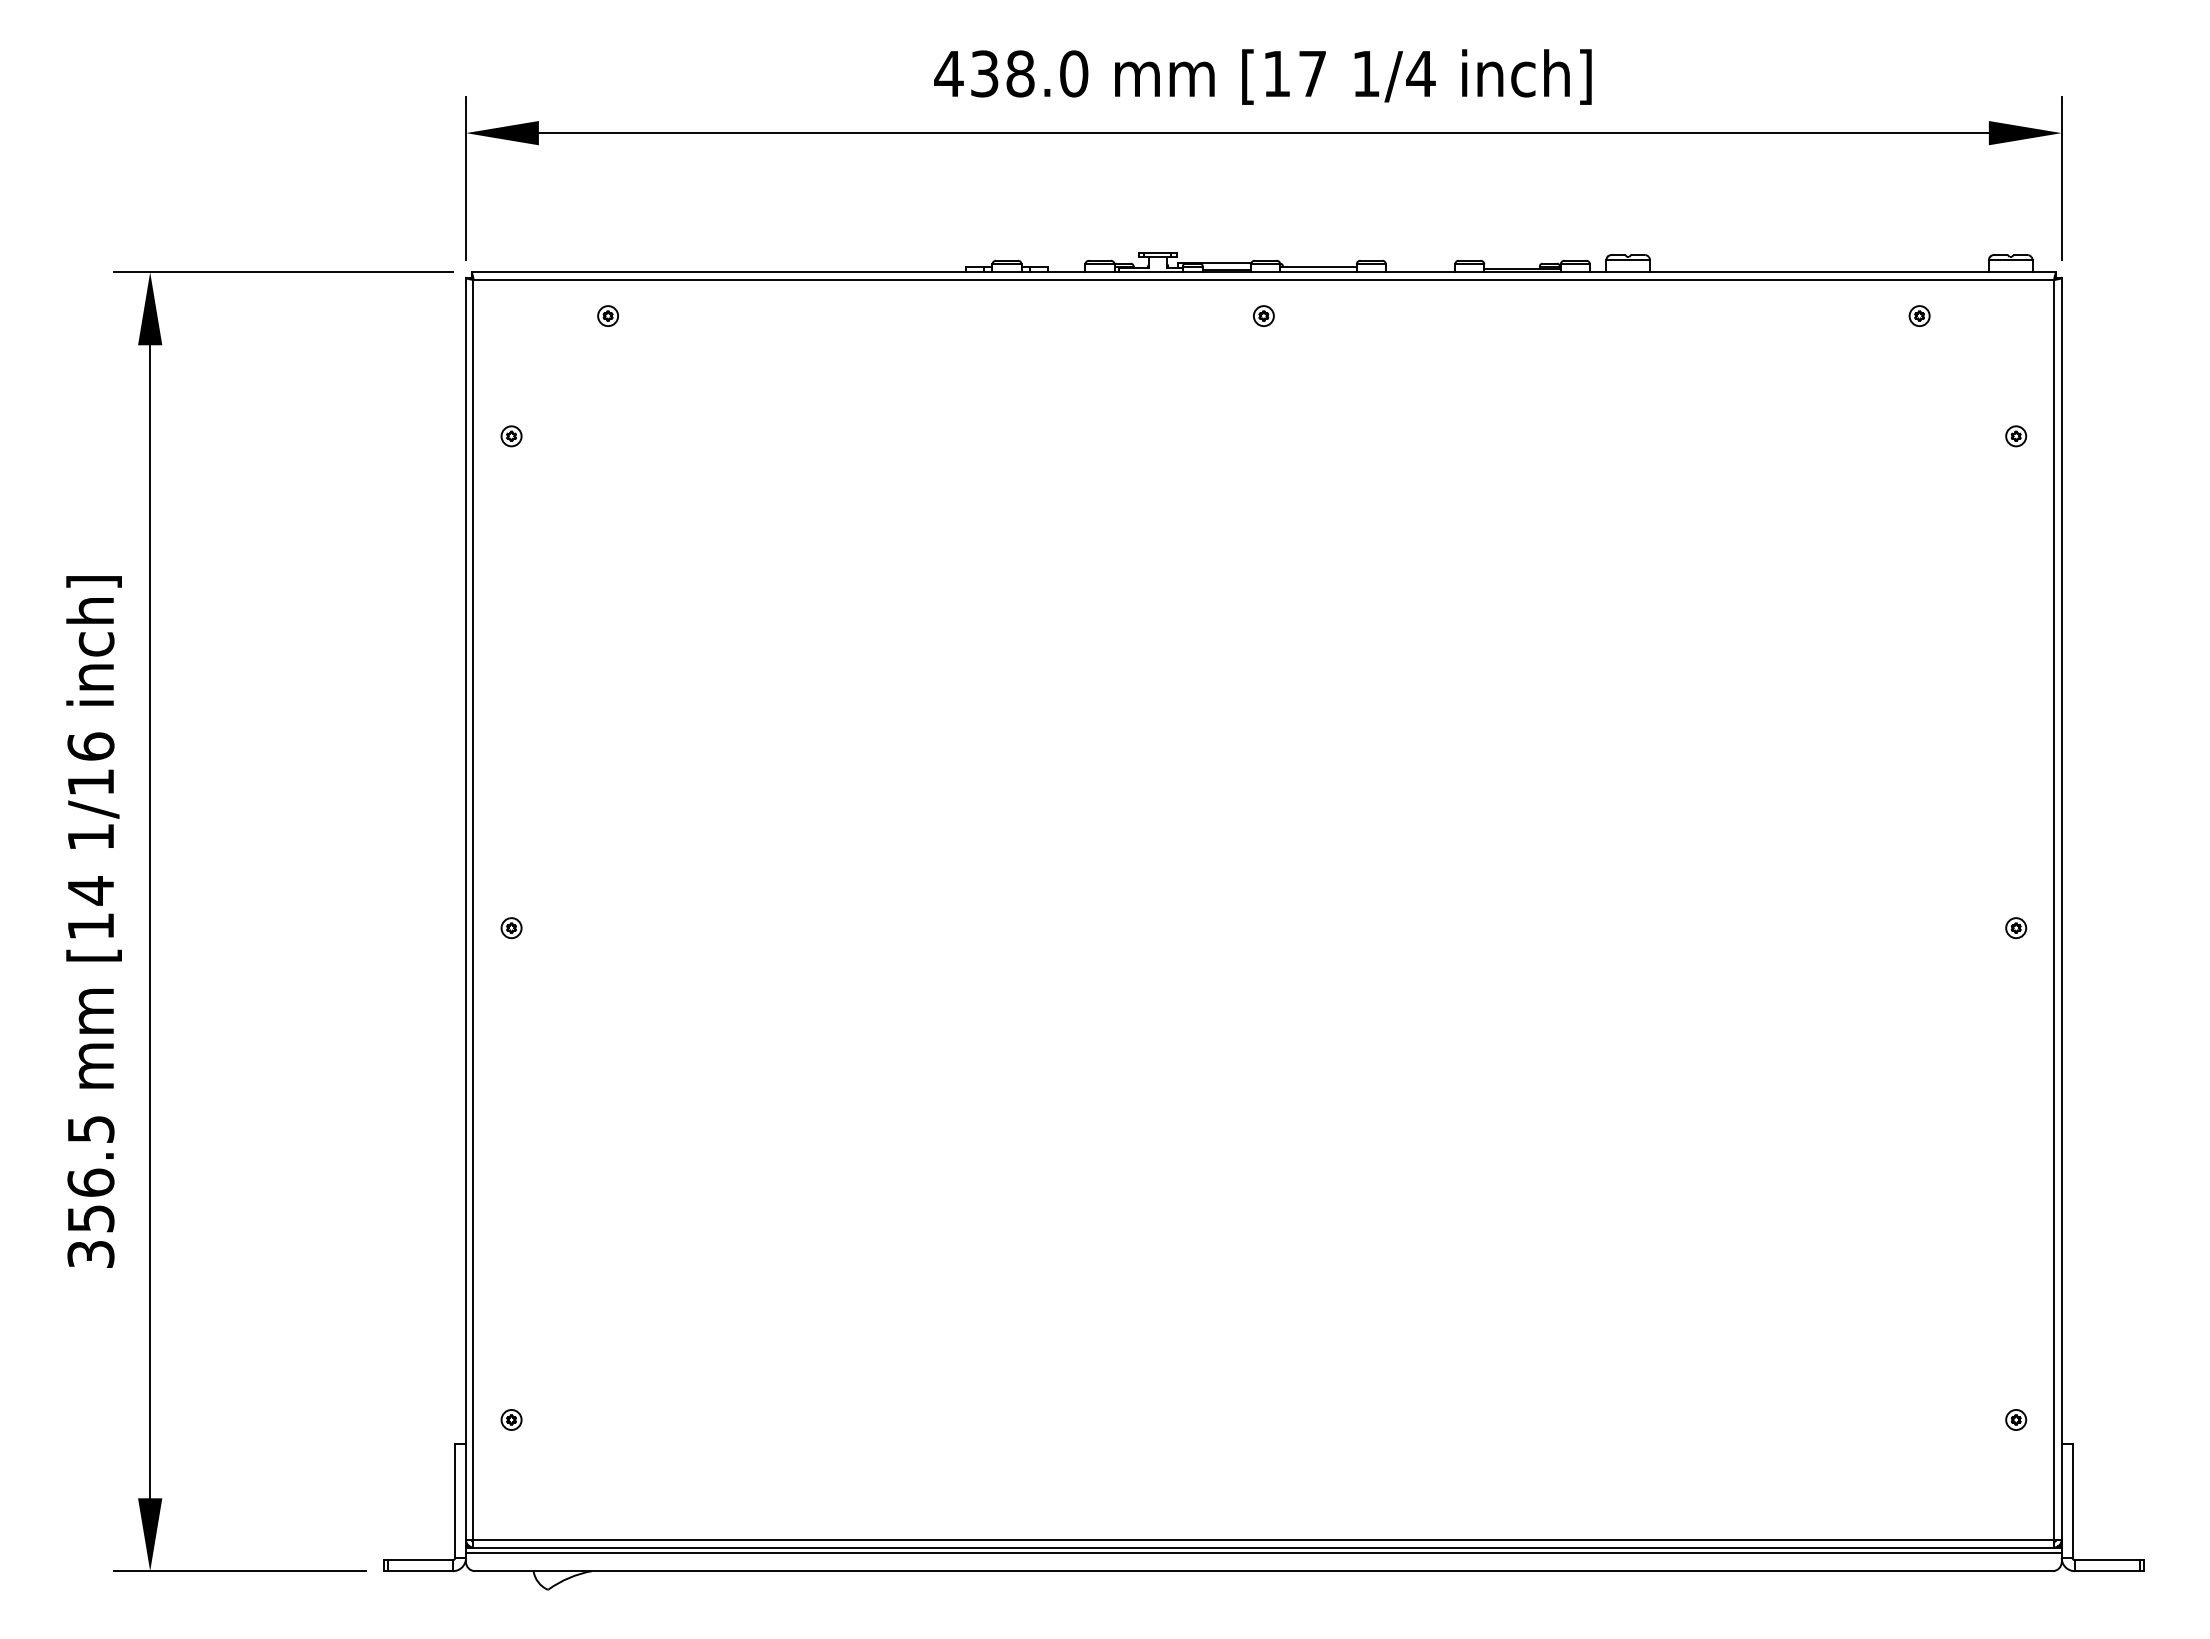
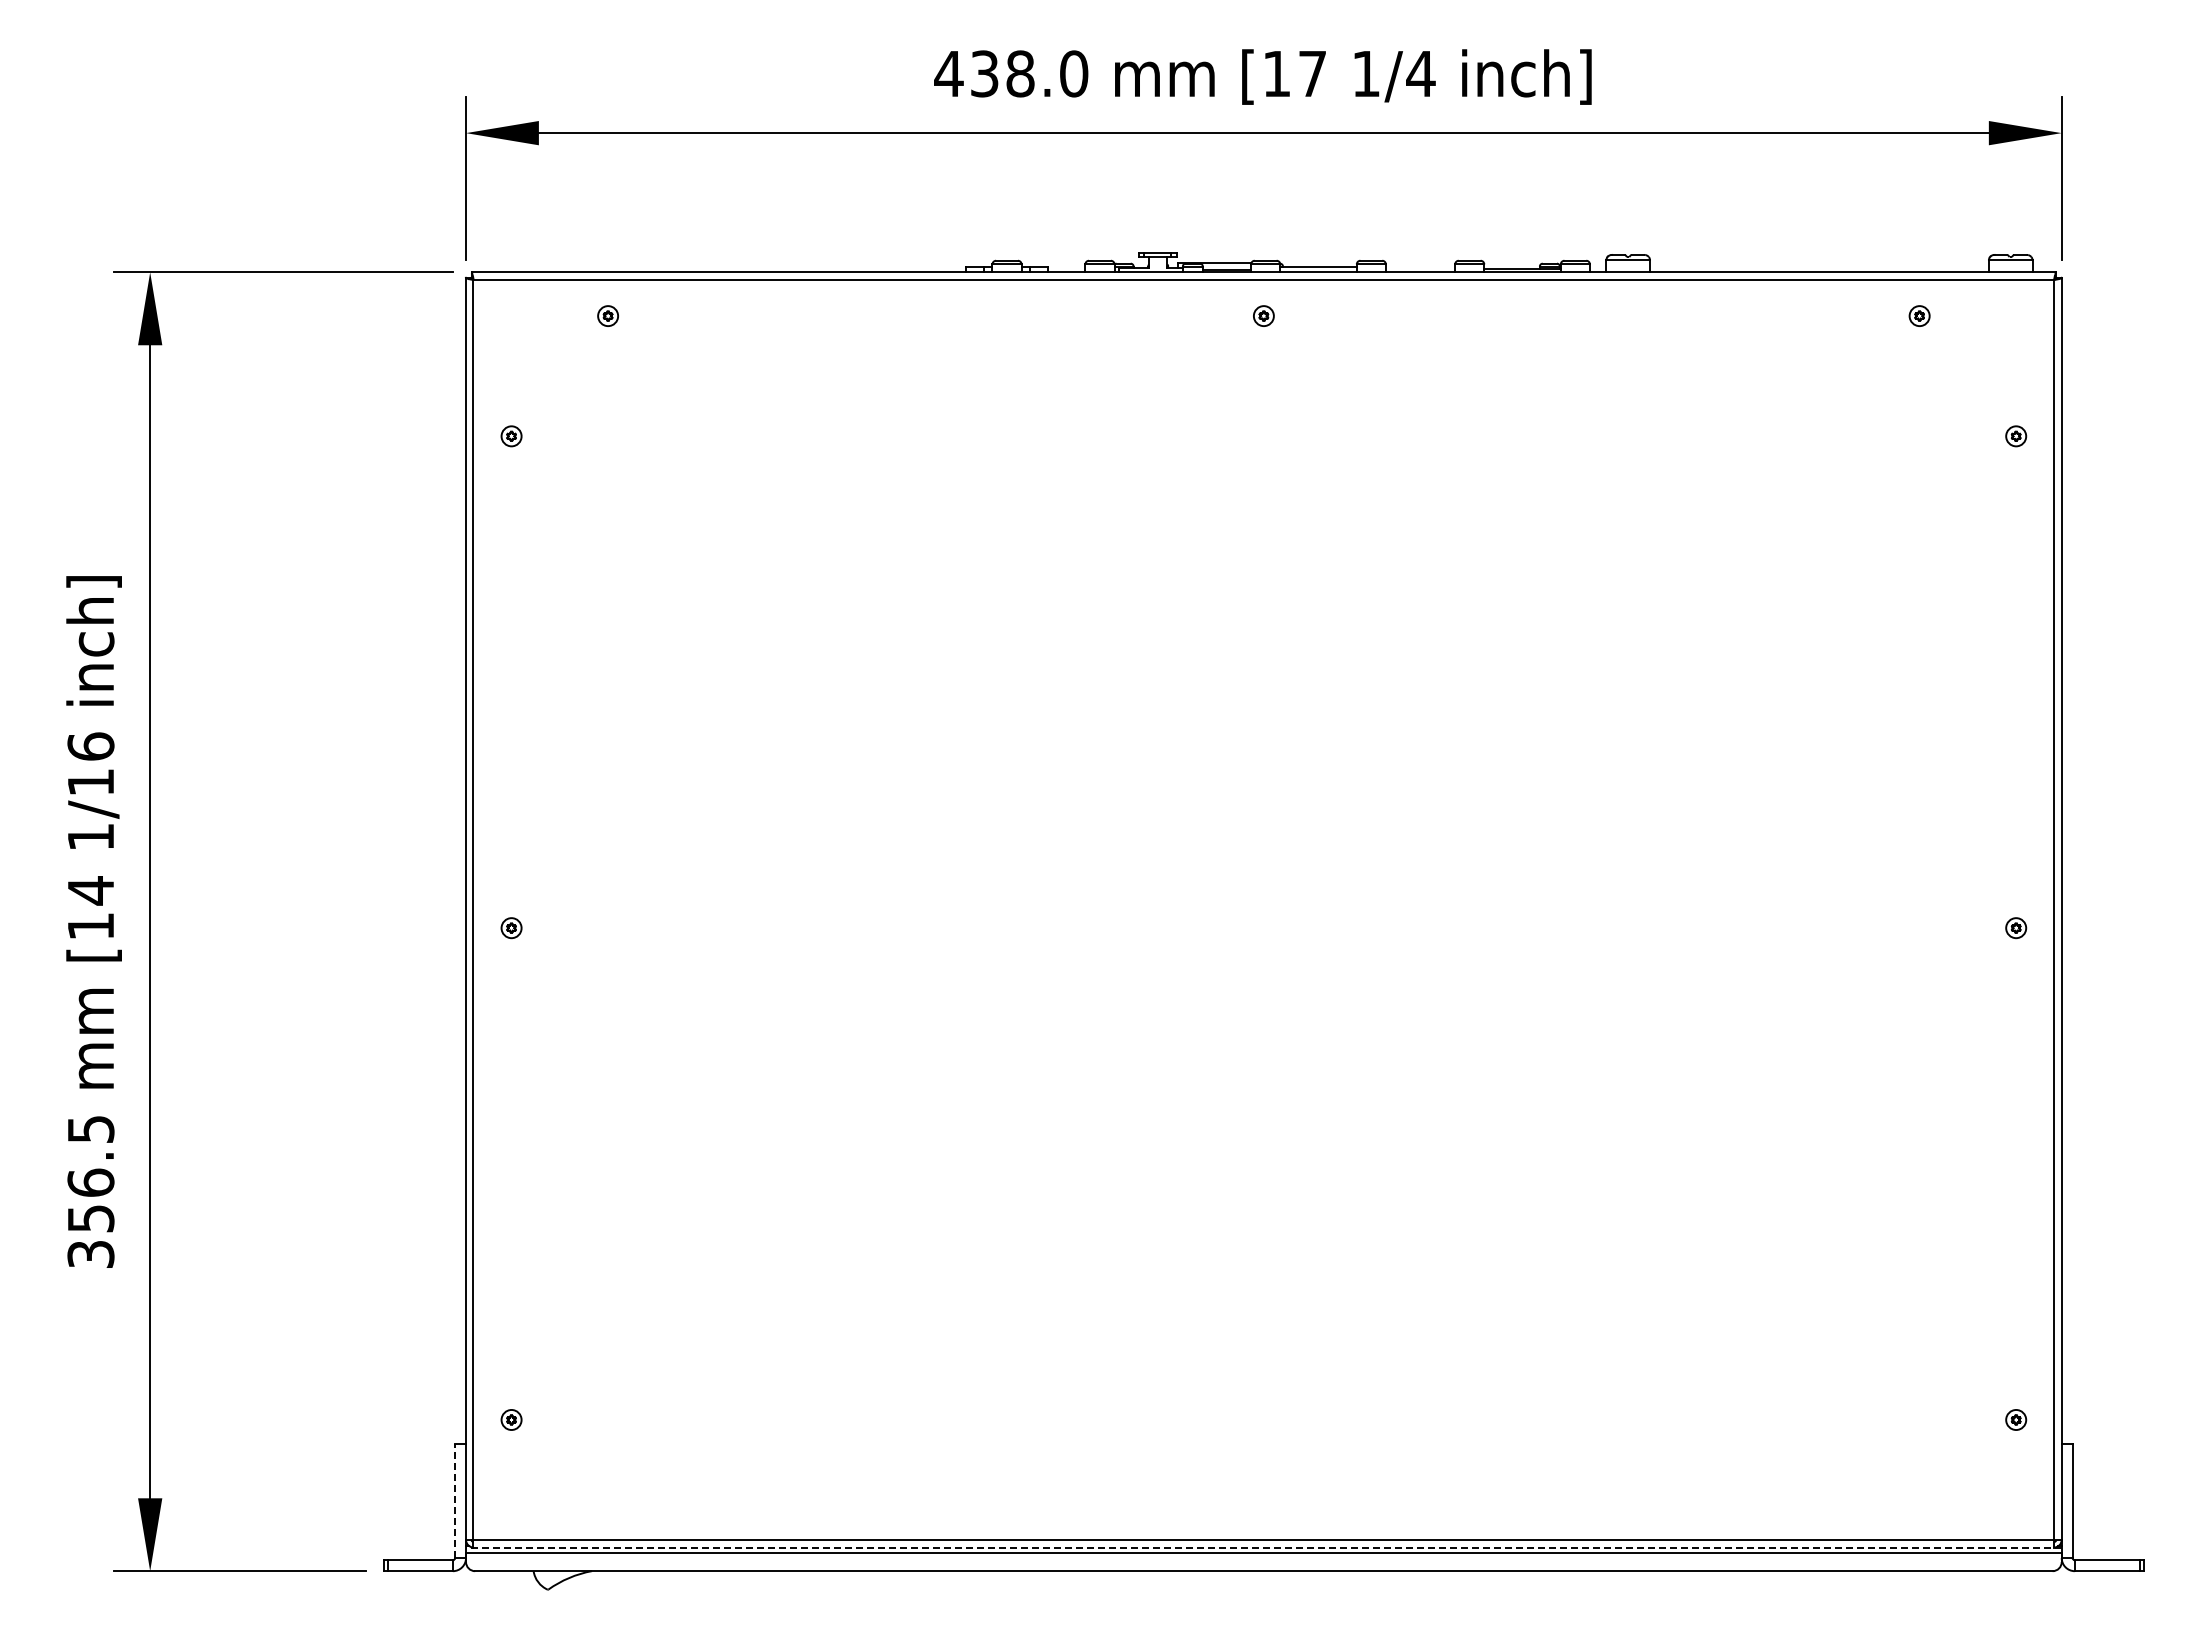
line at (455, 1500): solid -> dashed
line at (1263, 1547): solid -> dashed
